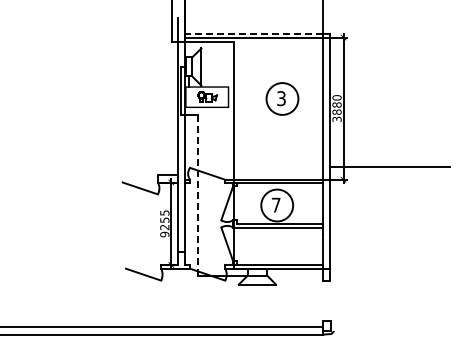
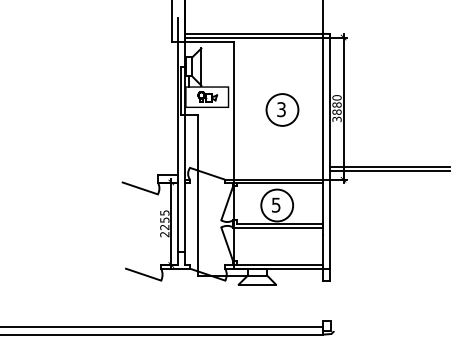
line at (253, 33): dashed -> solid
part at (282, 98) position: (282, 98) -> (282, 109)
line at (389, 170): none -> present
line at (197, 195): dashed -> solid
text at (276, 205): 7 -> 5
text at (164, 234): 9255 -> 2255
